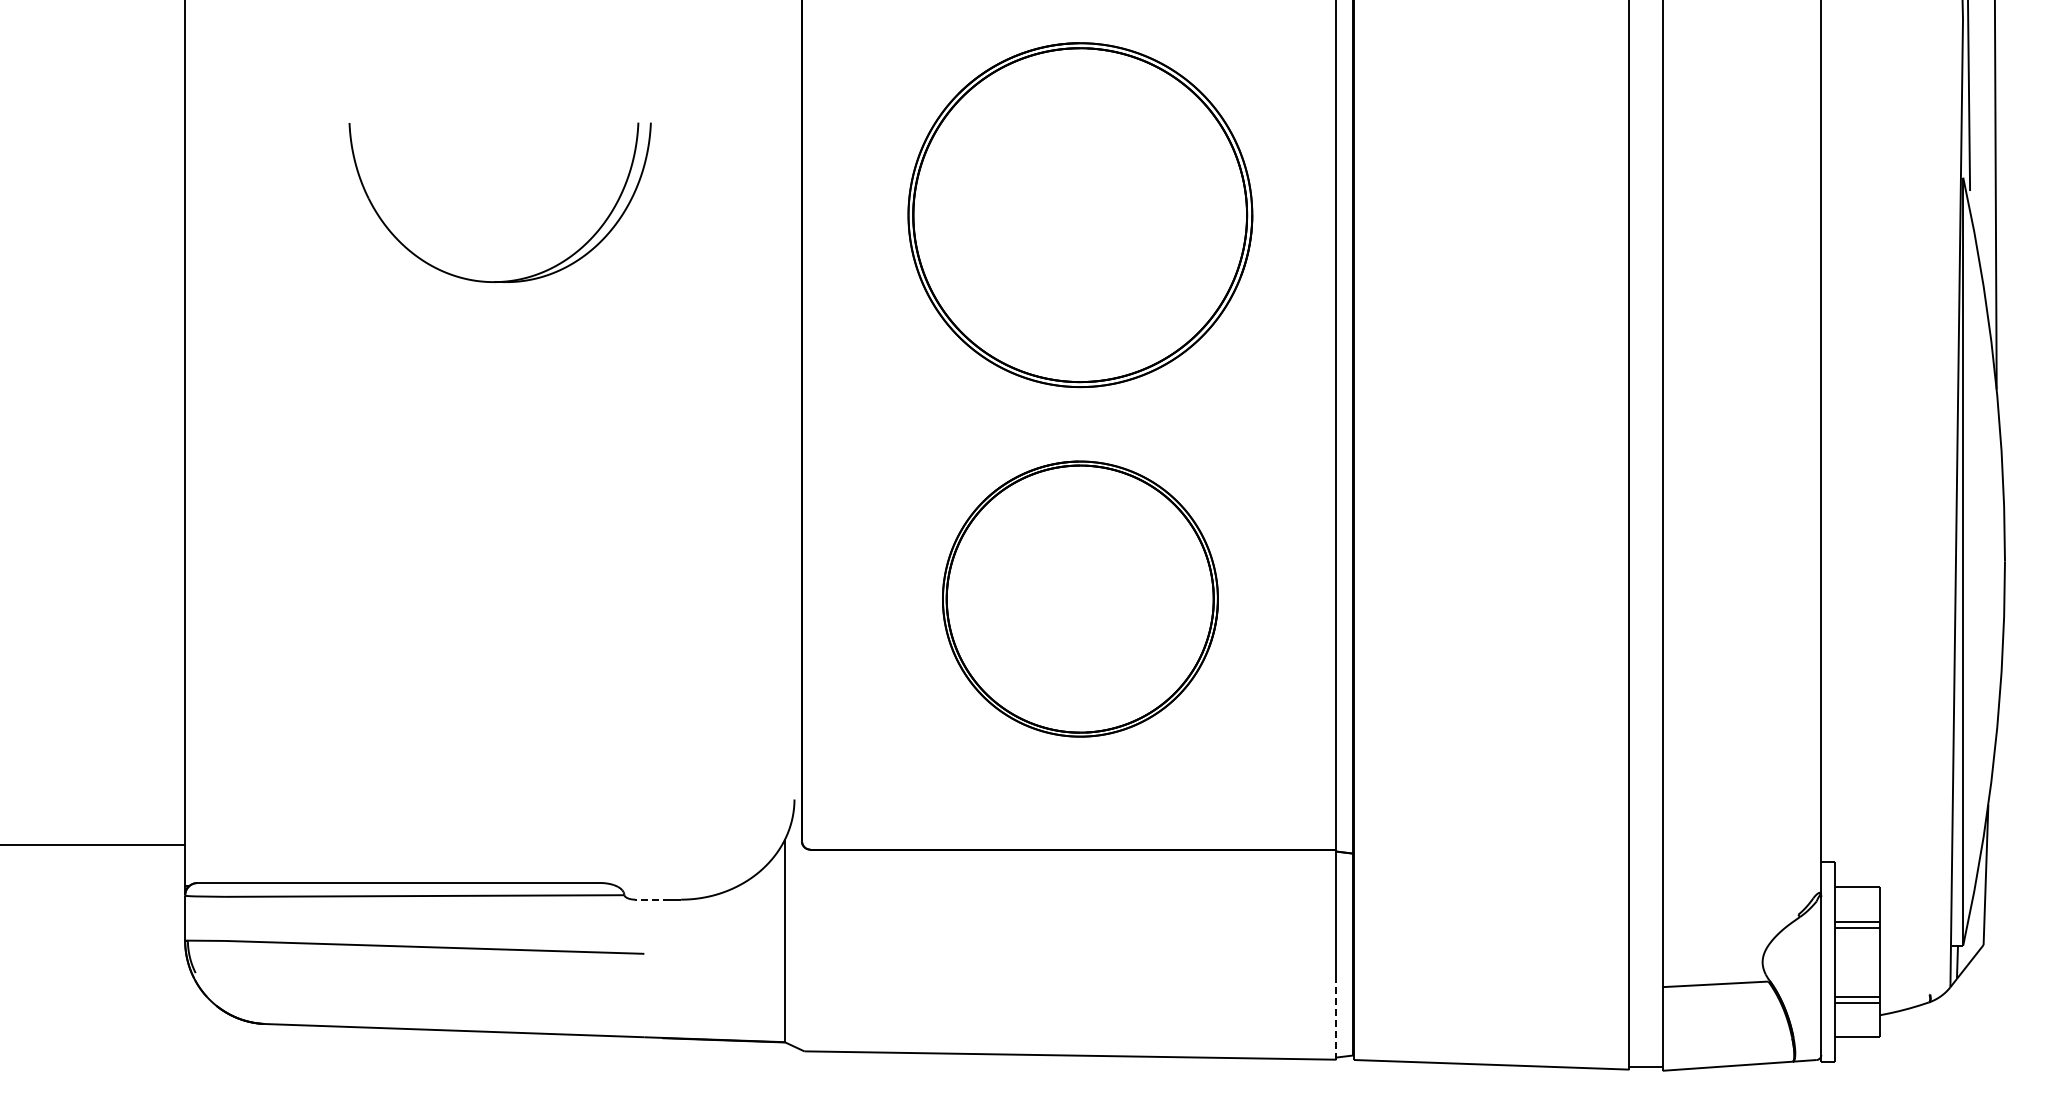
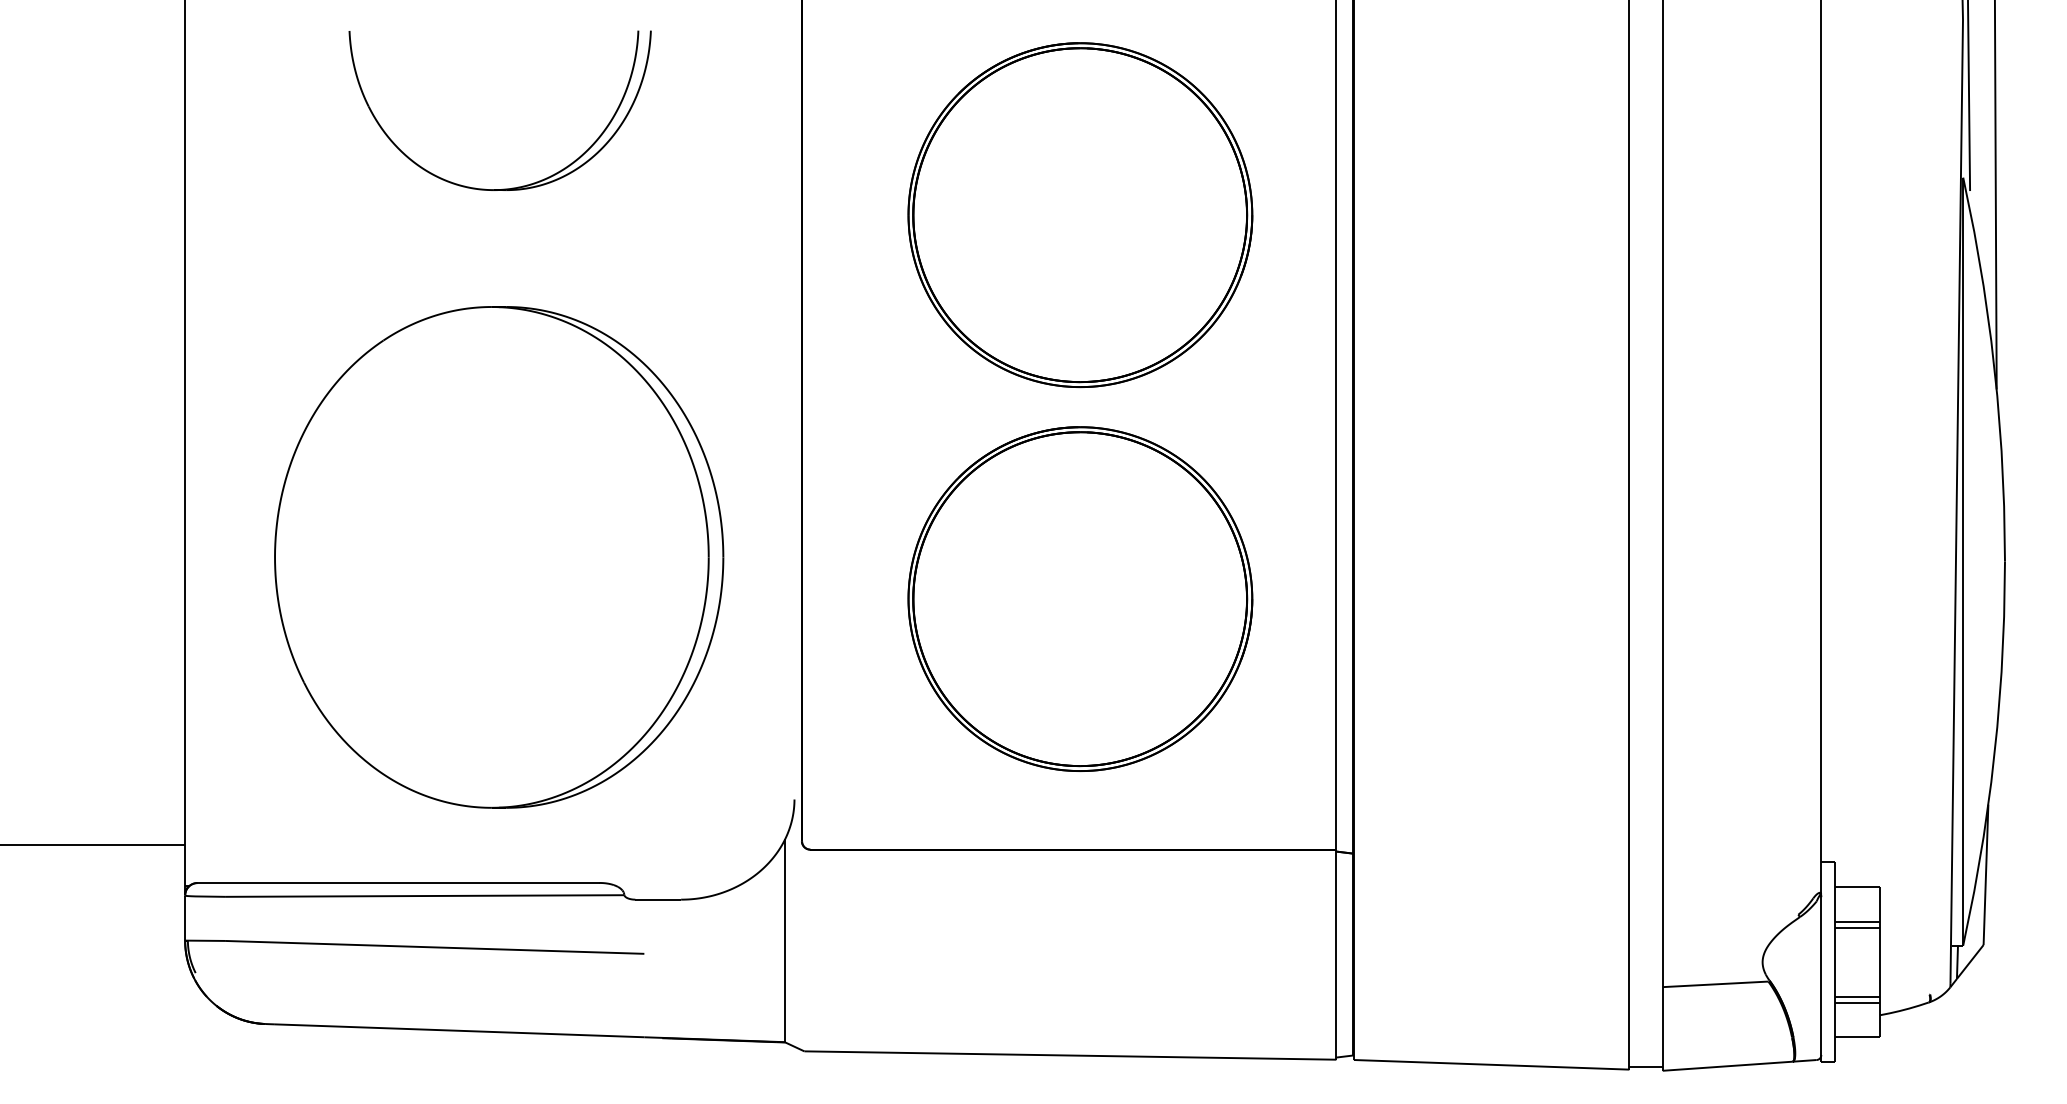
part at (502, 280) position: (502, 280) -> (502, 188)
part at (499, 557): none -> present
part at (1080, 598) size: 277x278 px -> 347x346 px
line at (652, 899): dashed -> solid
line at (1336, 1017): dashed -> solid
